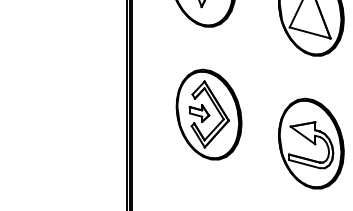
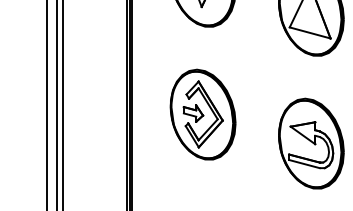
line at (46, 104): none -> present
line at (57, 104): none -> present
line at (62, 104): none -> present
part at (208, 114) position: (208, 114) -> (202, 114)
